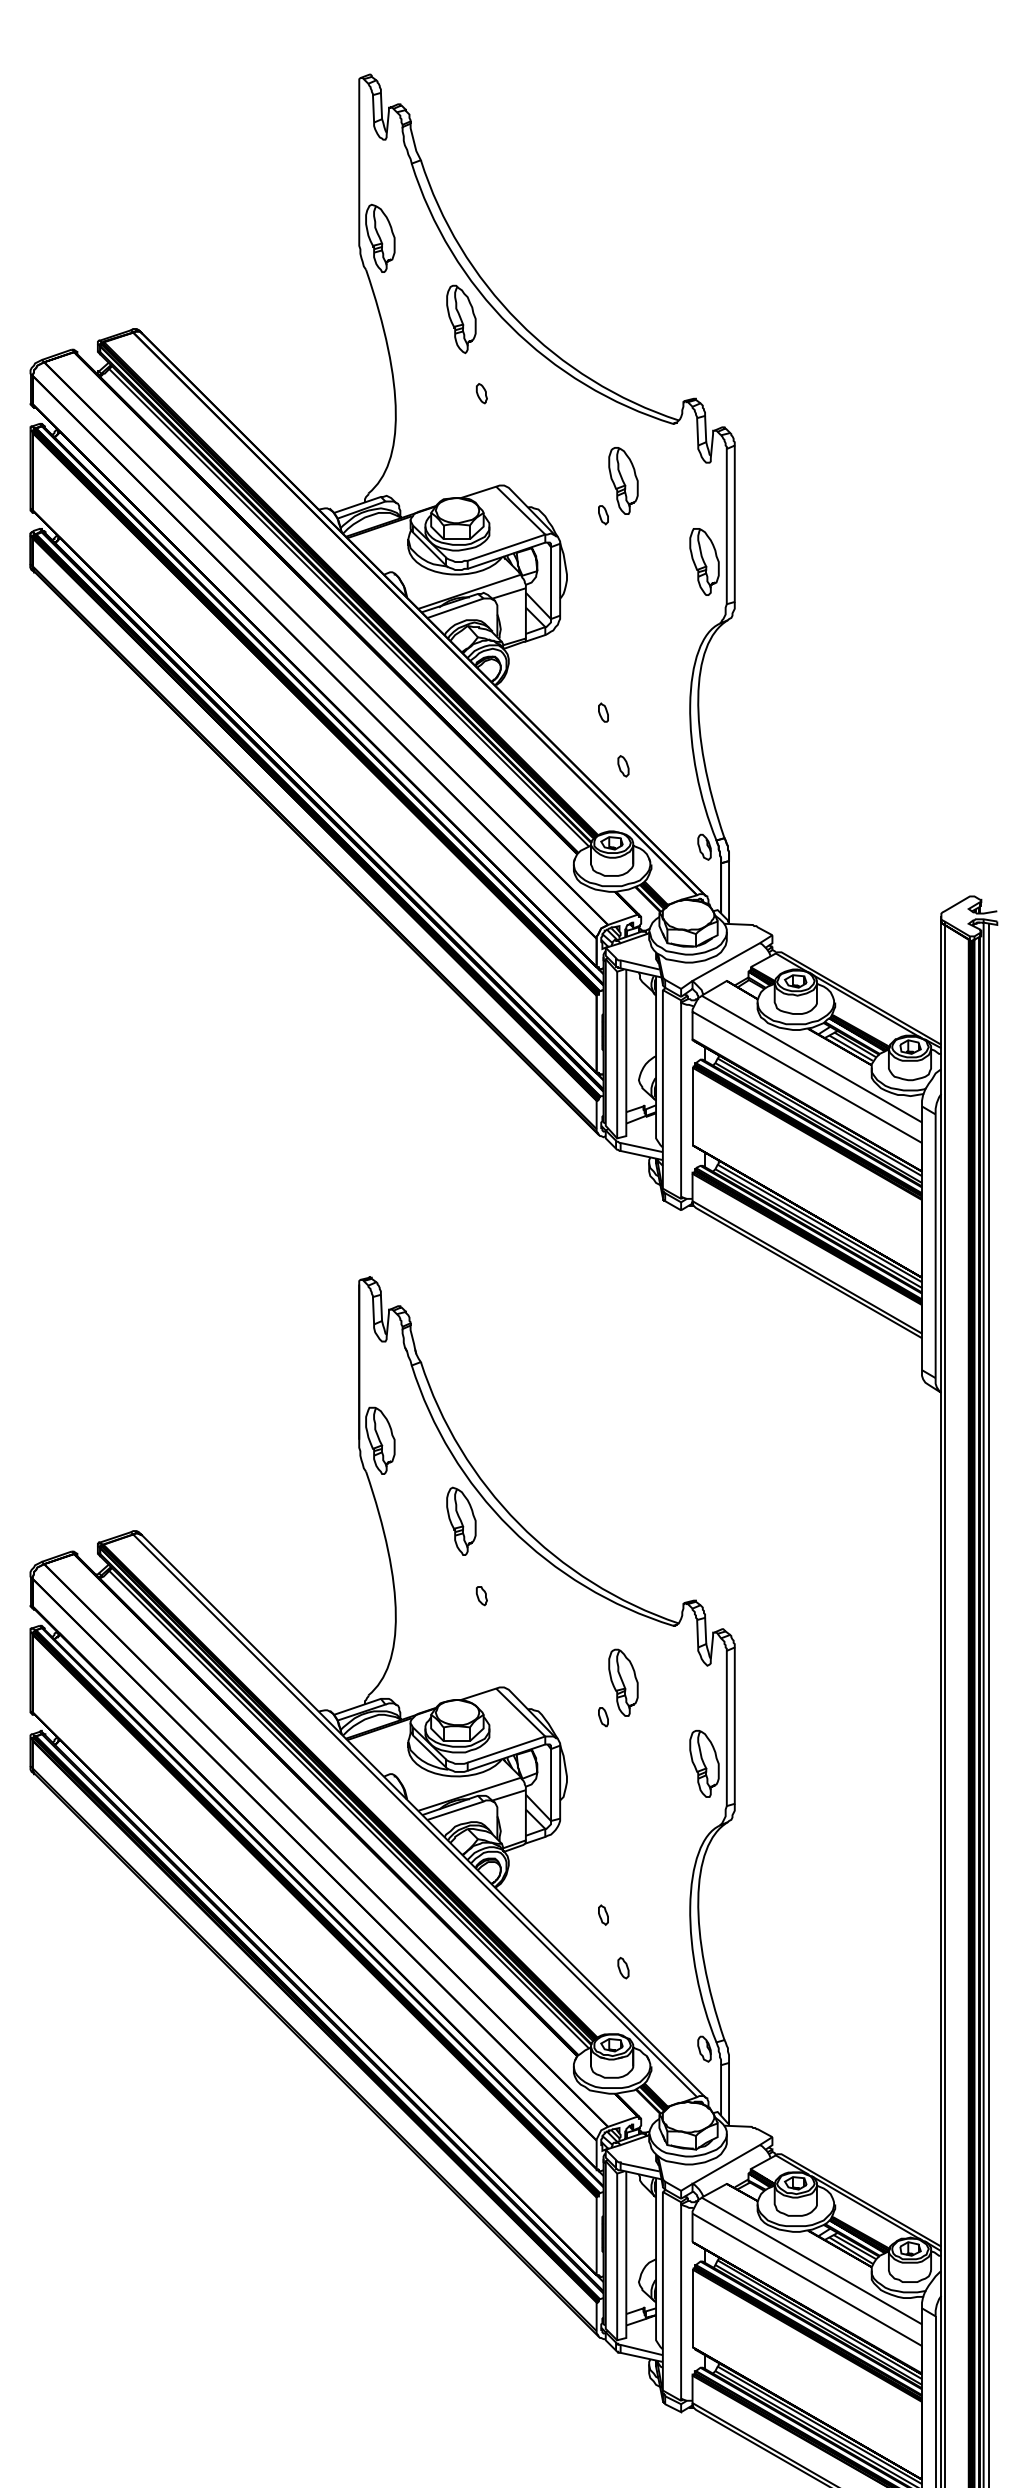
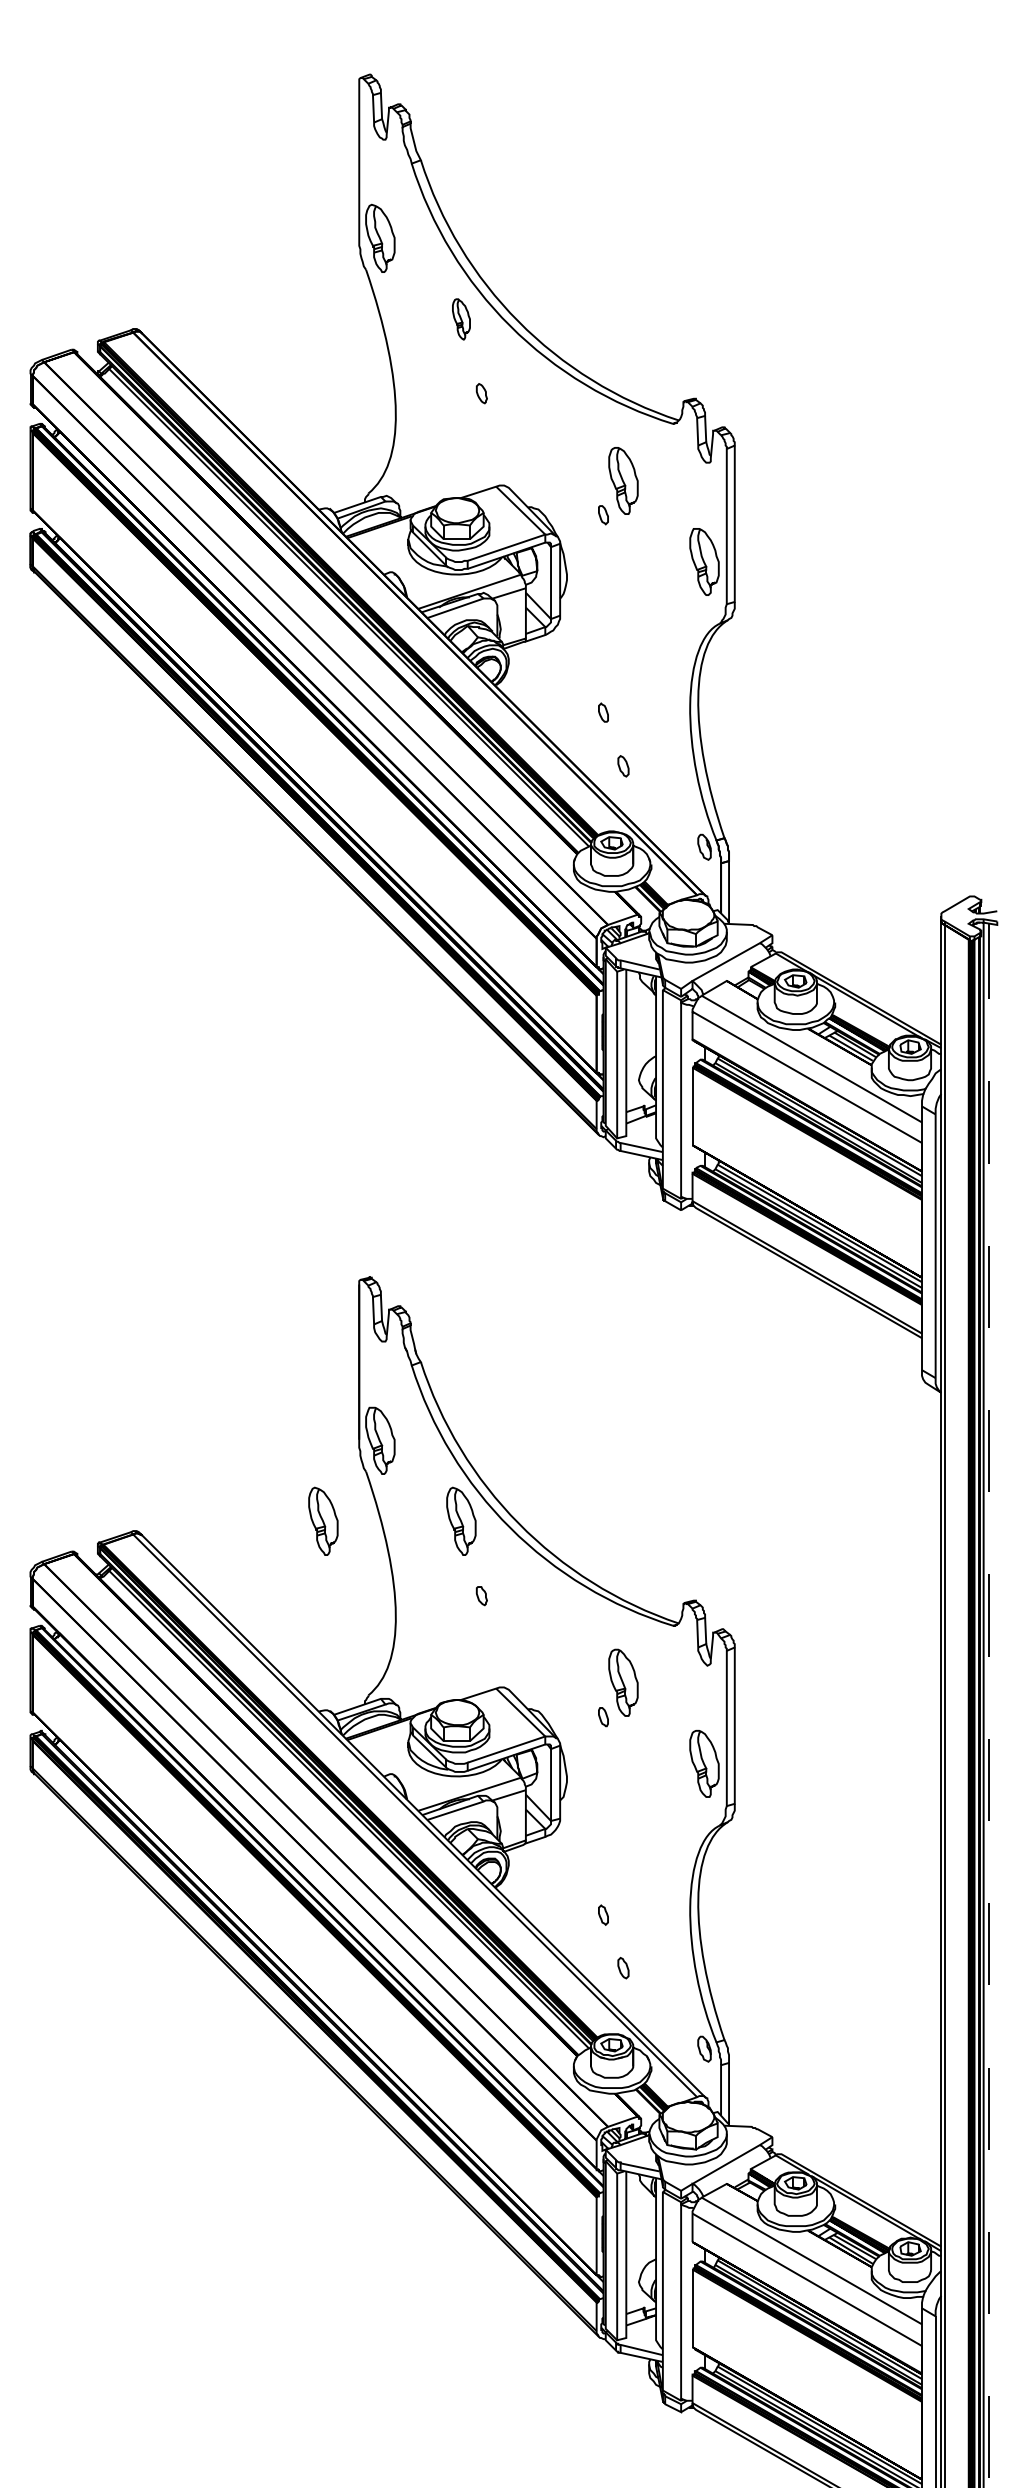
part at (461, 319) size: 31x71 px -> 19x43 px
part at (323, 1520): none -> present
line at (989, 1705): solid -> dashed
